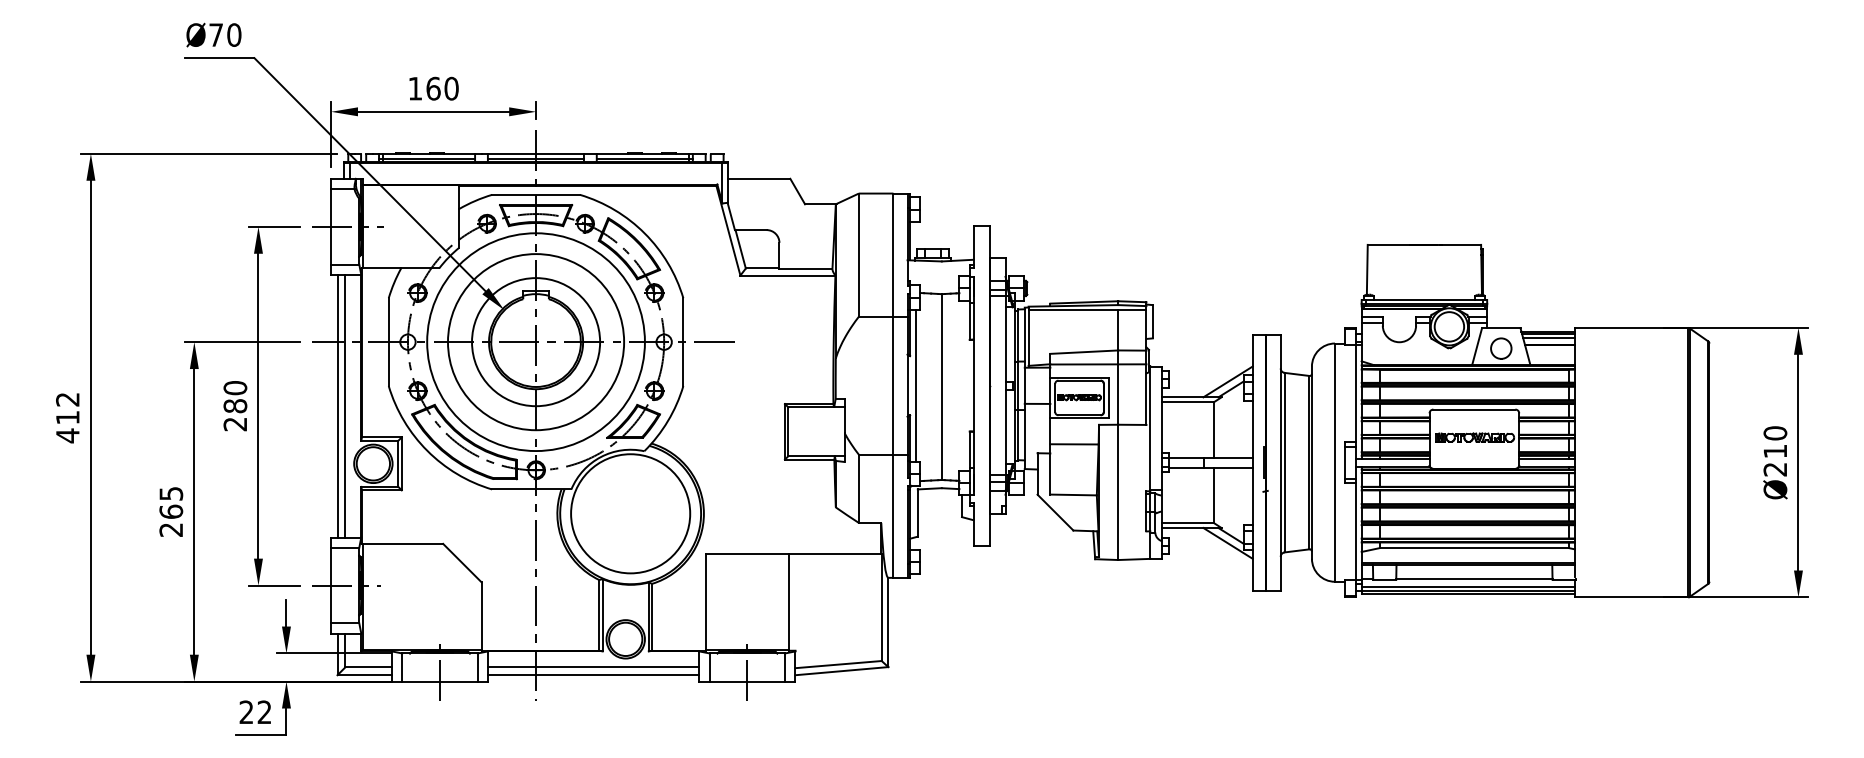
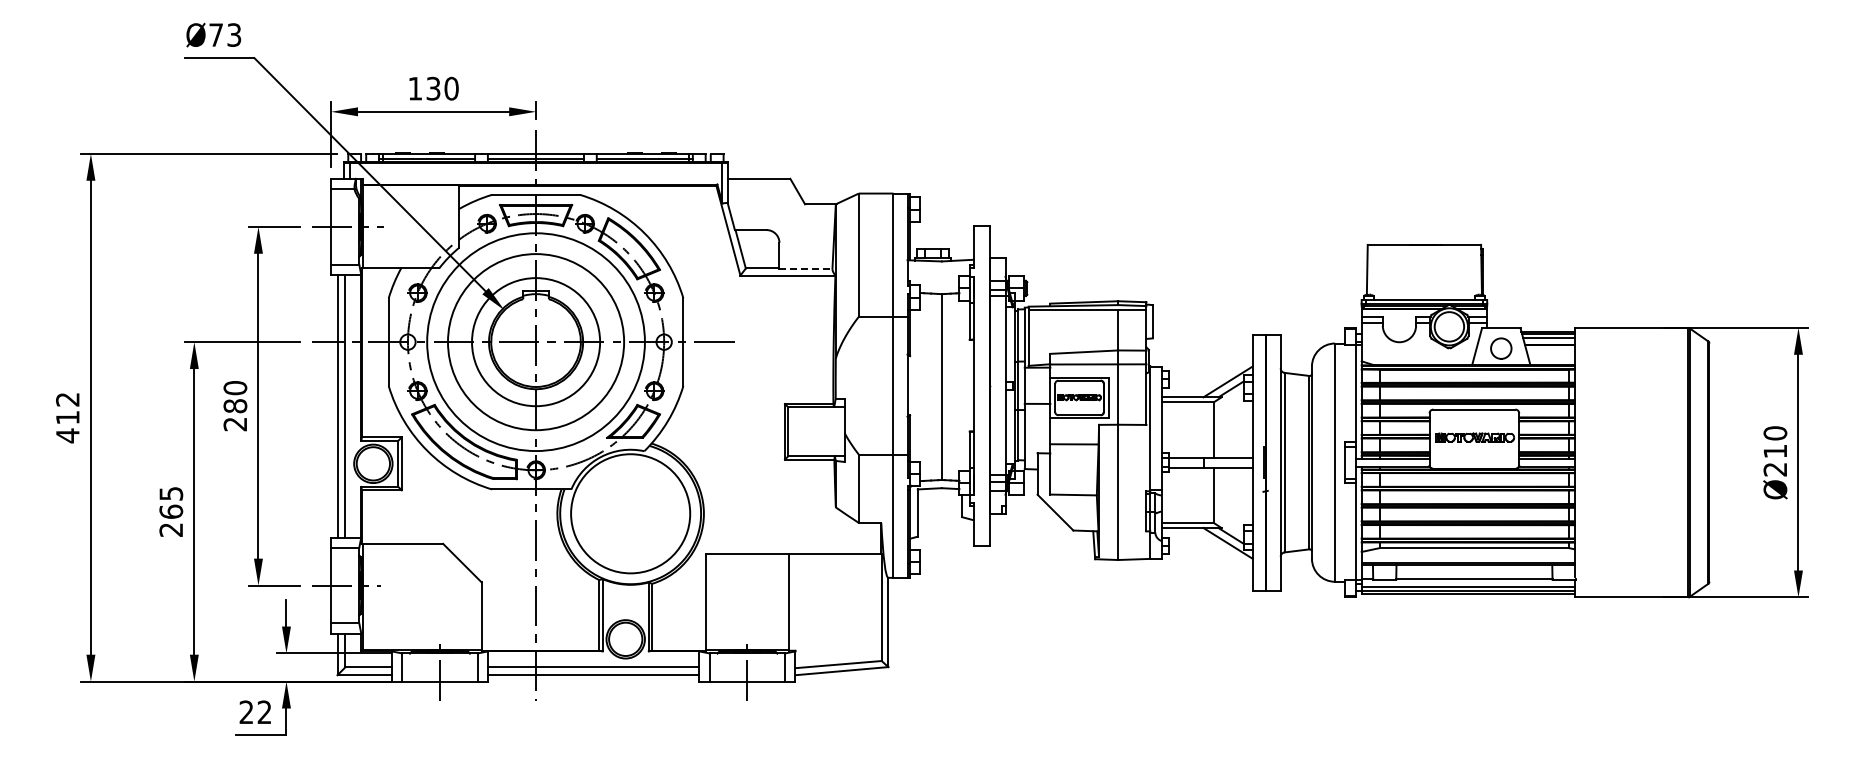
text at (234, 34): Ø70 -> Ø73
text at (433, 88): 160 -> 130
line at (806, 269): solid -> dashed
line at (915, 385): present -> none
